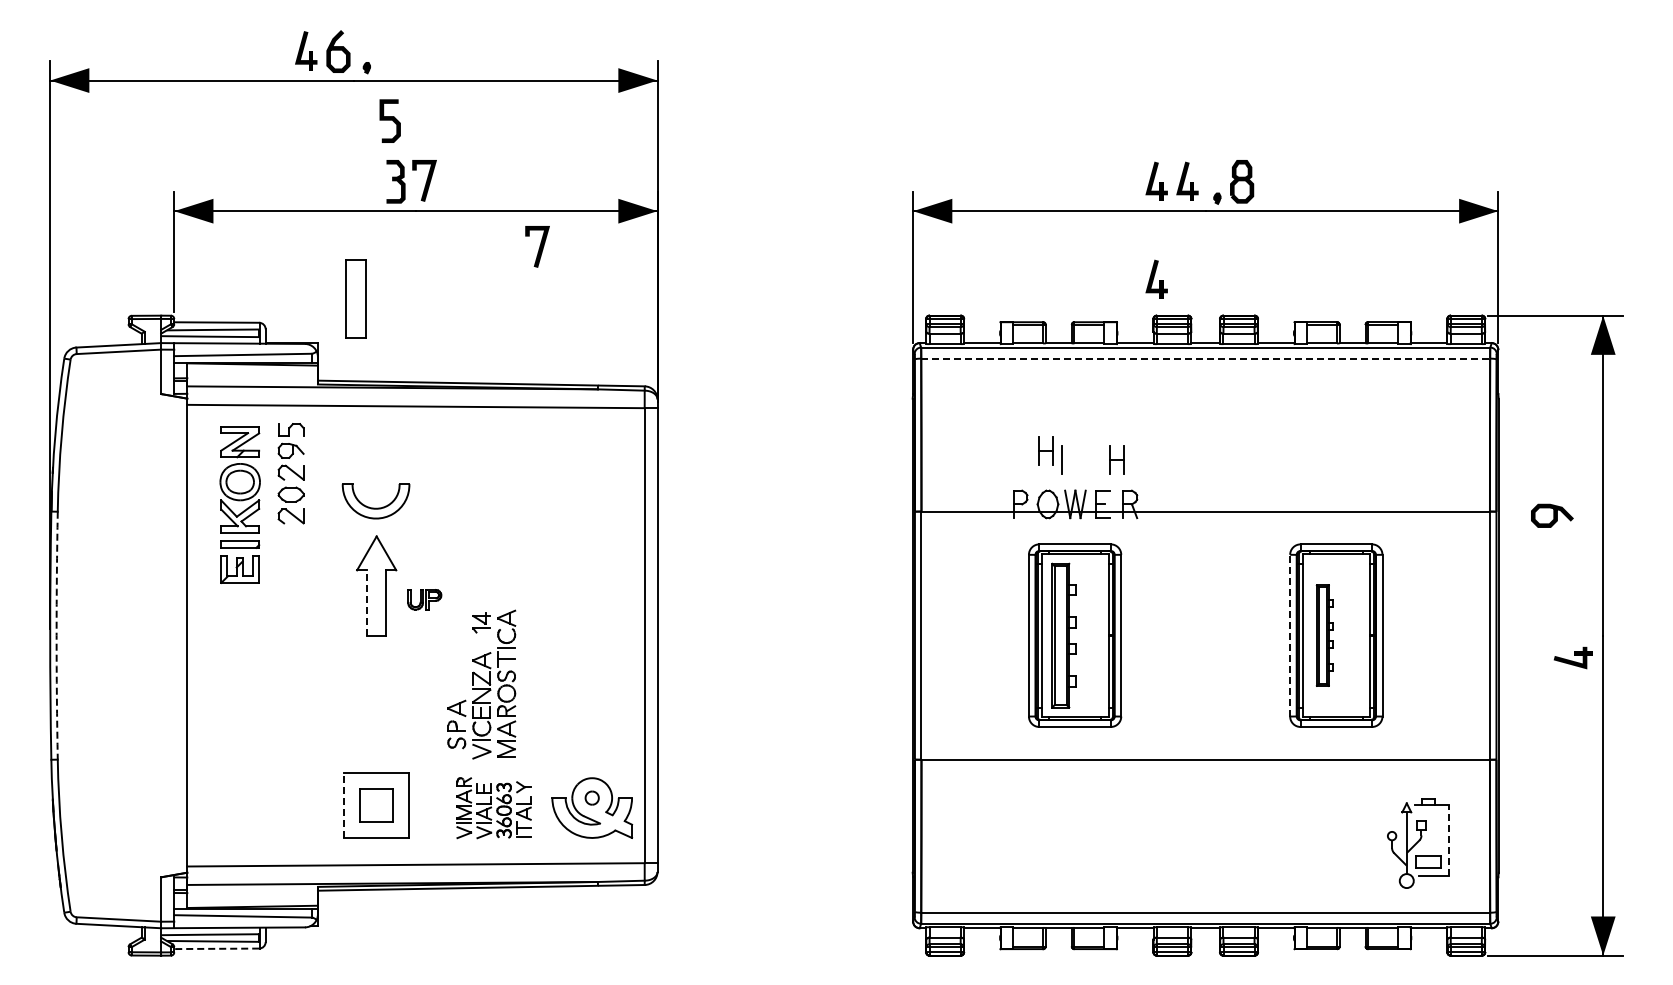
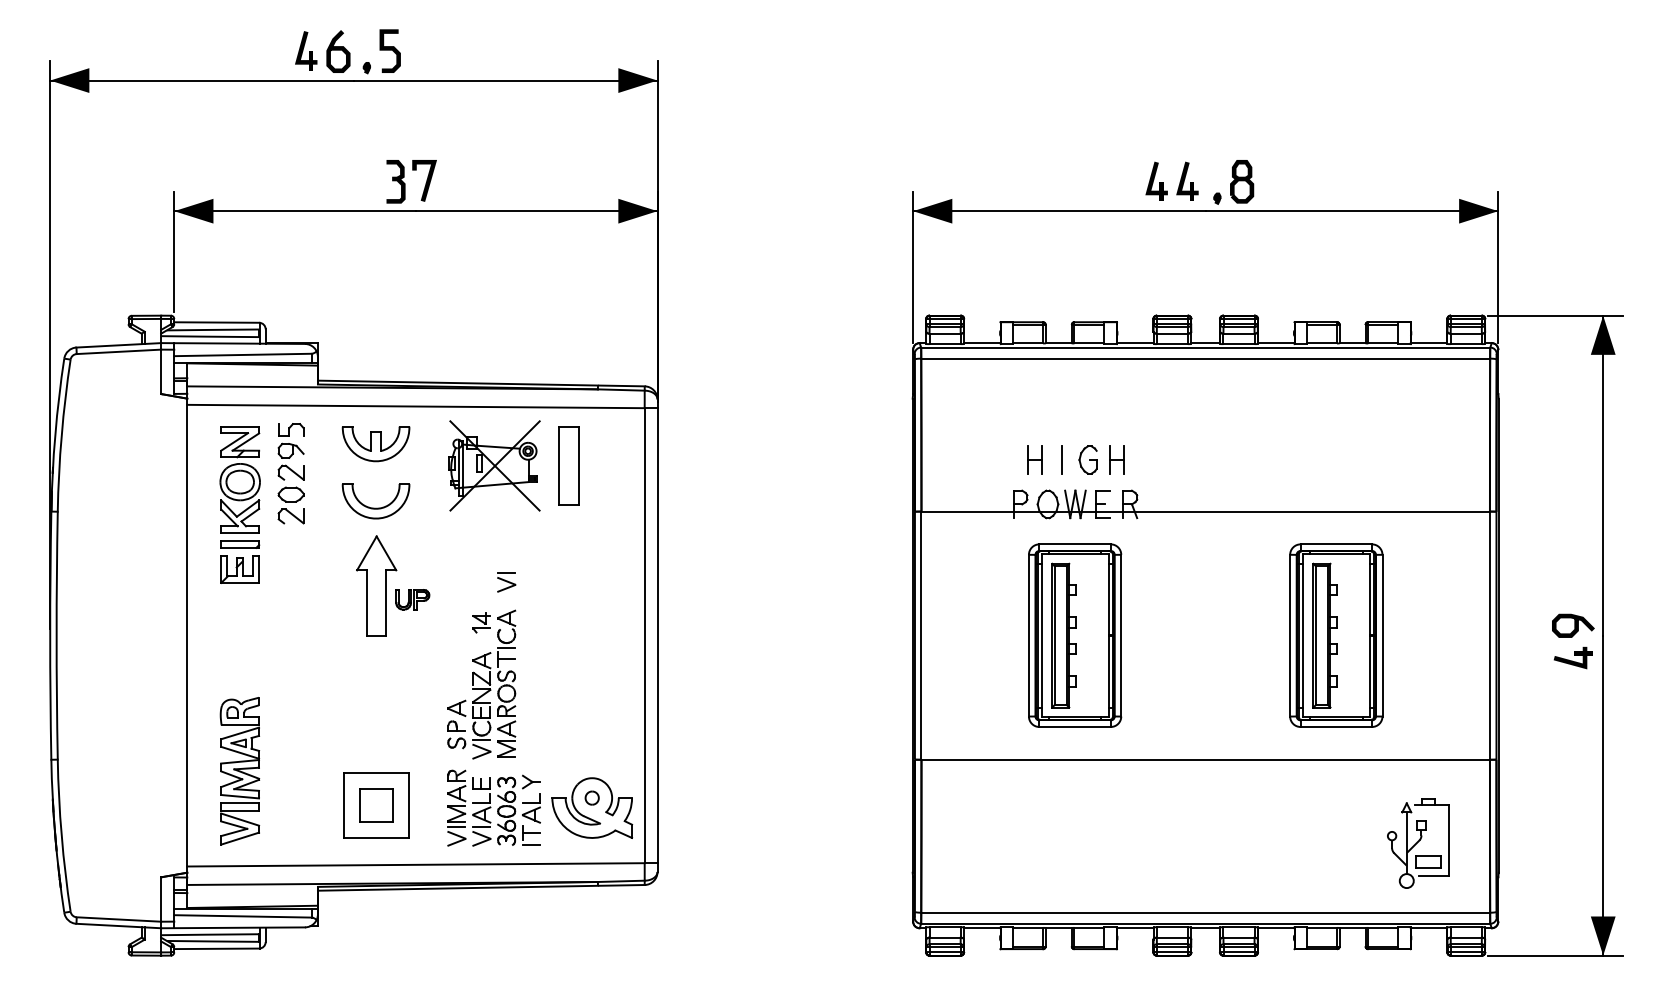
curve at (389, 120) position: (389, 120) -> (389, 50)
line at (539, 246): present -> none
part at (1156, 278): present -> none
part at (355, 298) position: (355, 298) -> (568, 465)
line at (1206, 358): dashed -> solid
part at (375, 444): none -> present
part at (1045, 450) position: (1045, 450) -> (1034, 459)
part at (1087, 459): none -> present
part at (494, 465): none -> present
curve at (1553, 515) position: (1553, 515) -> (1574, 625)
part at (506, 582): none -> present
part at (424, 599) position: (424, 599) -> (412, 599)
line at (366, 603): dashed -> solid
arc at (56, 635): dashed -> solid
line at (1290, 635): dashed -> solid
part at (1324, 635) size: 19x103 px -> 26x147 px
part at (239, 771): none -> present
line at (344, 805): dashed -> solid
part at (493, 808) size: 76x63 px -> 94x78 px
line at (1448, 840): dashed -> solid
line at (216, 948): dashed -> solid
